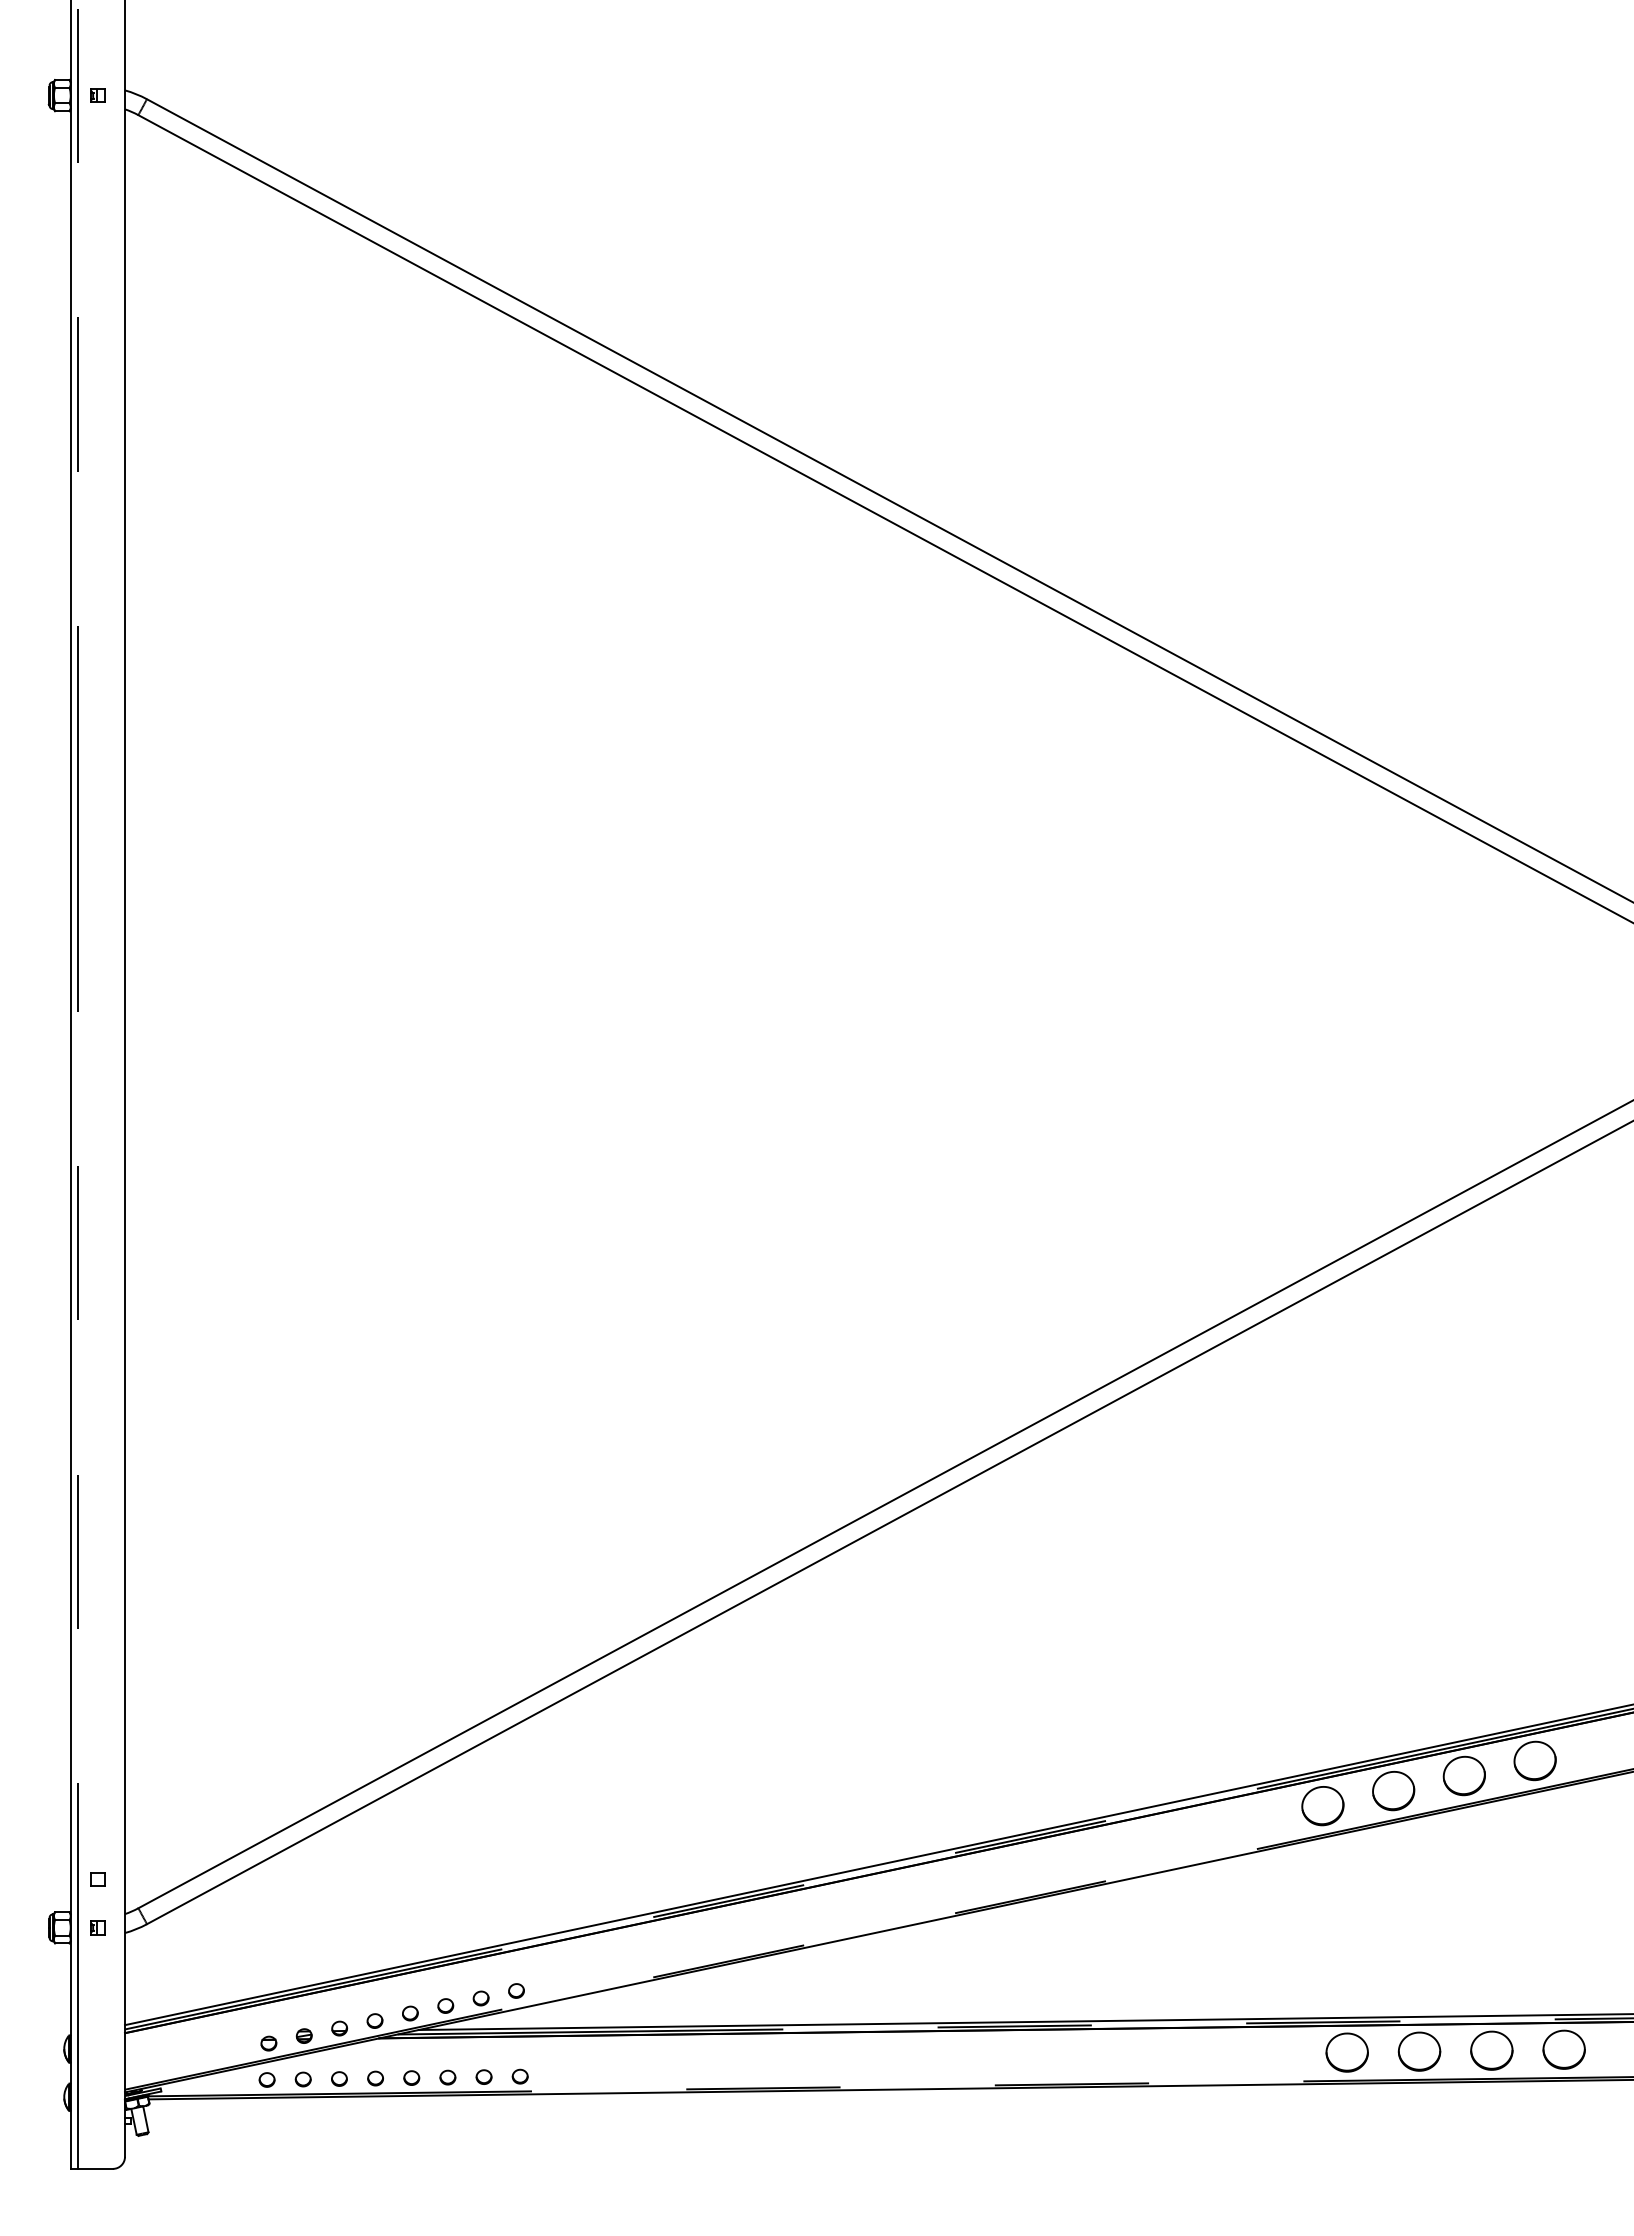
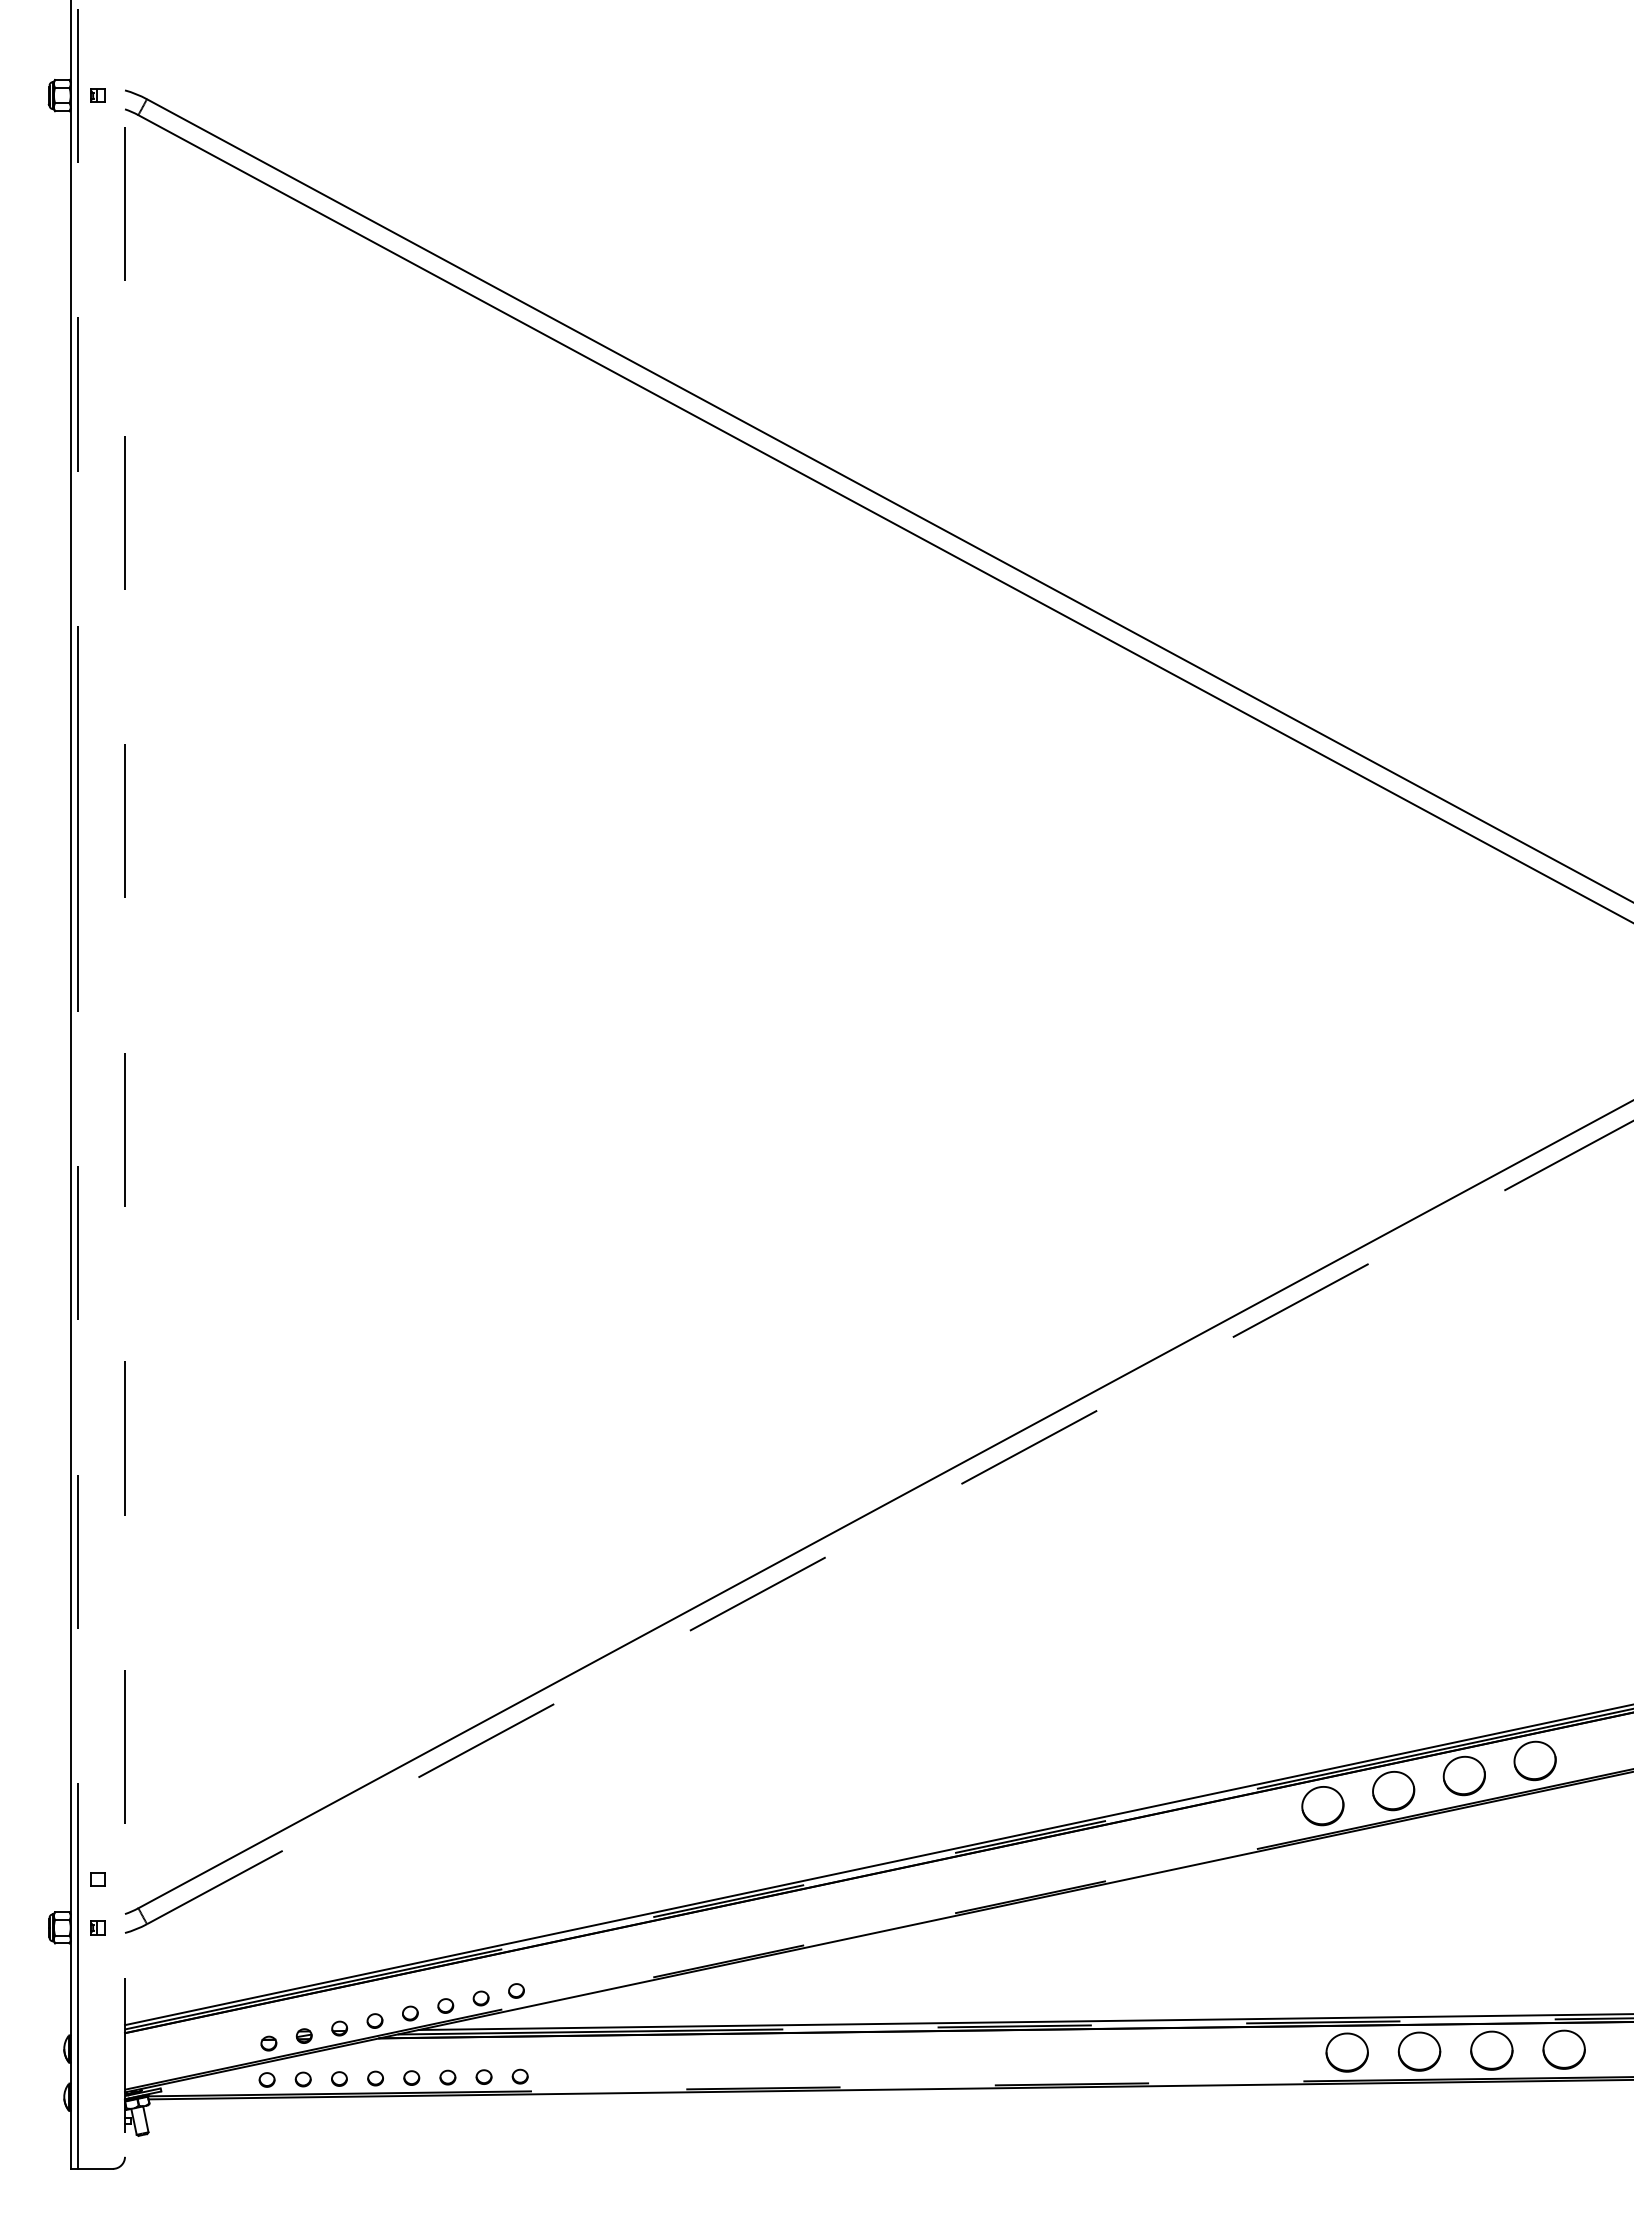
line at (125, 1079): solid -> dashed
line at (890, 1522): solid -> dashed
